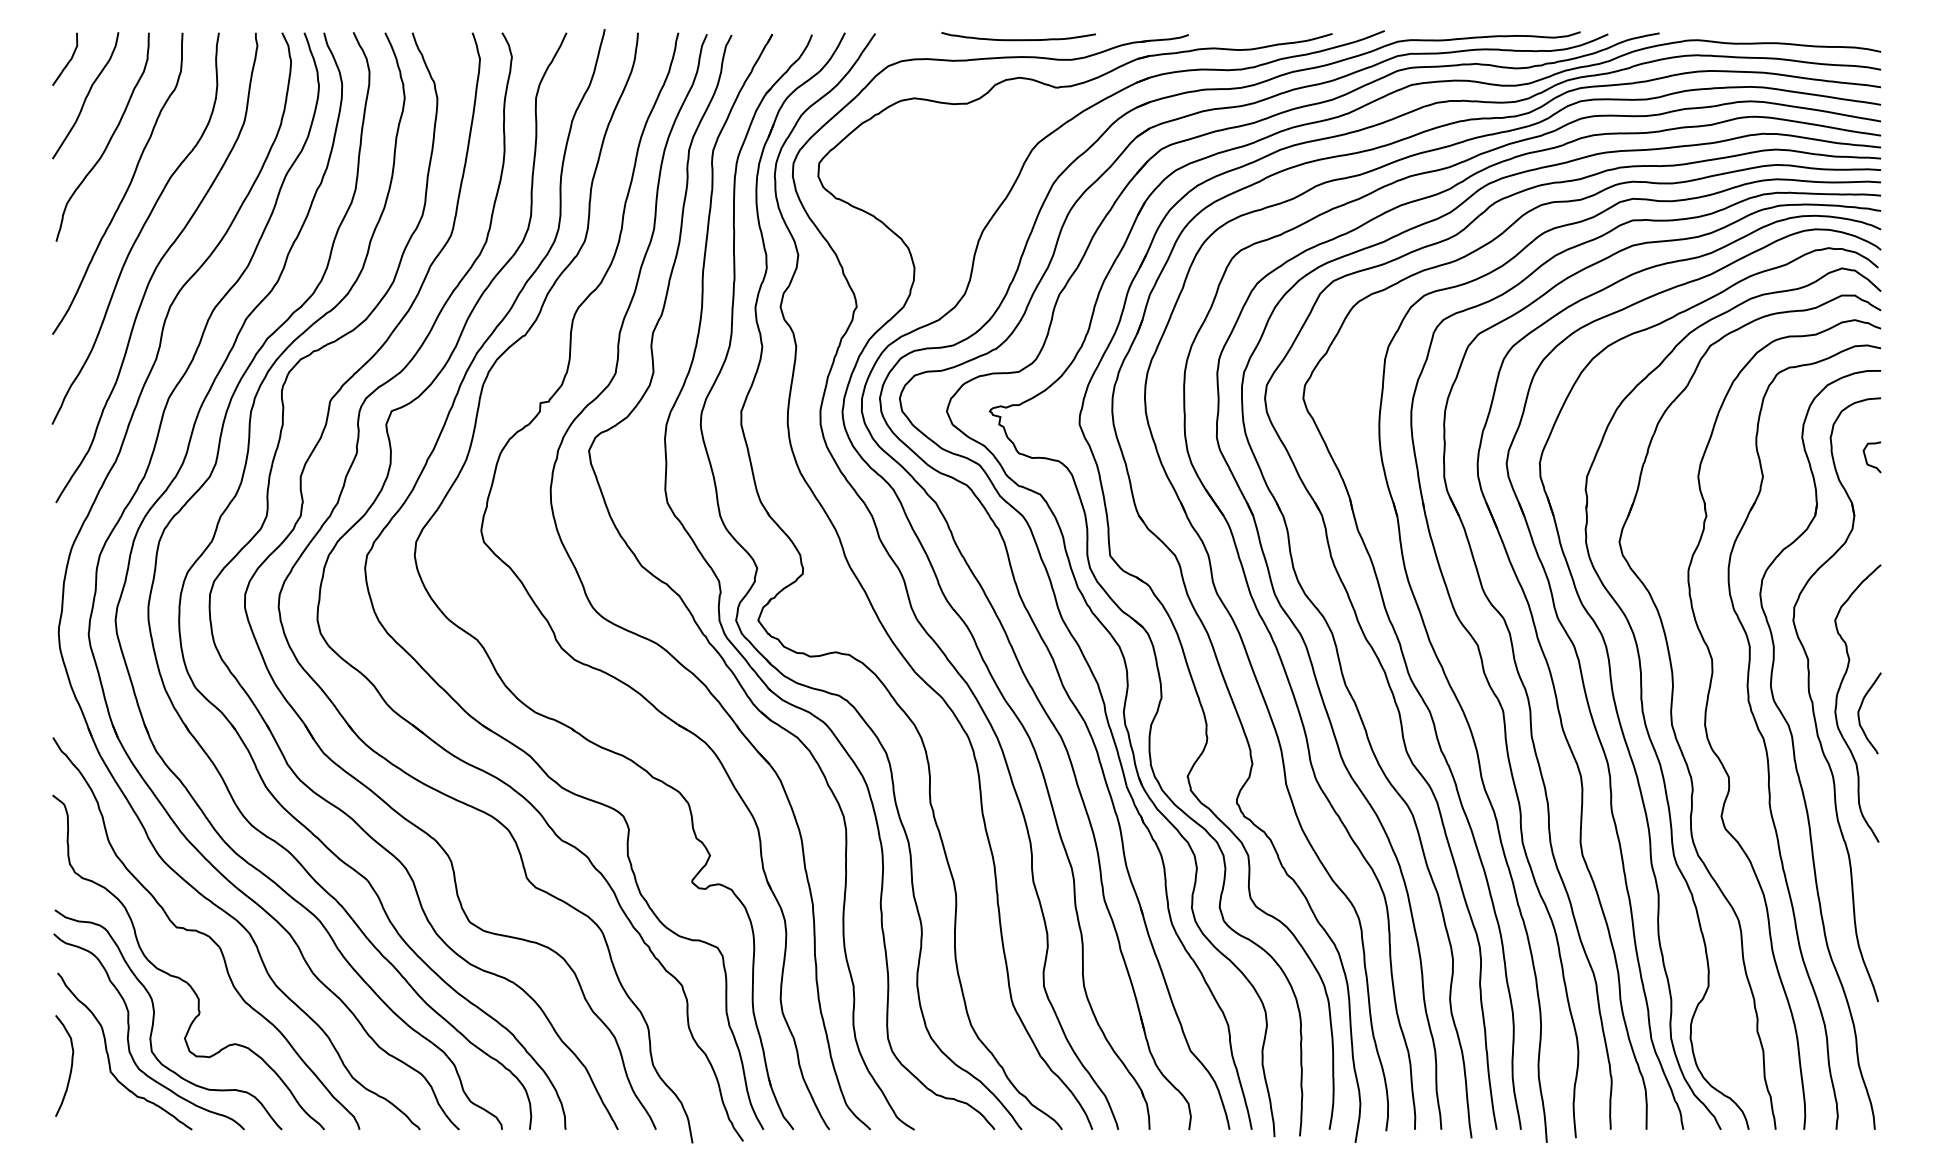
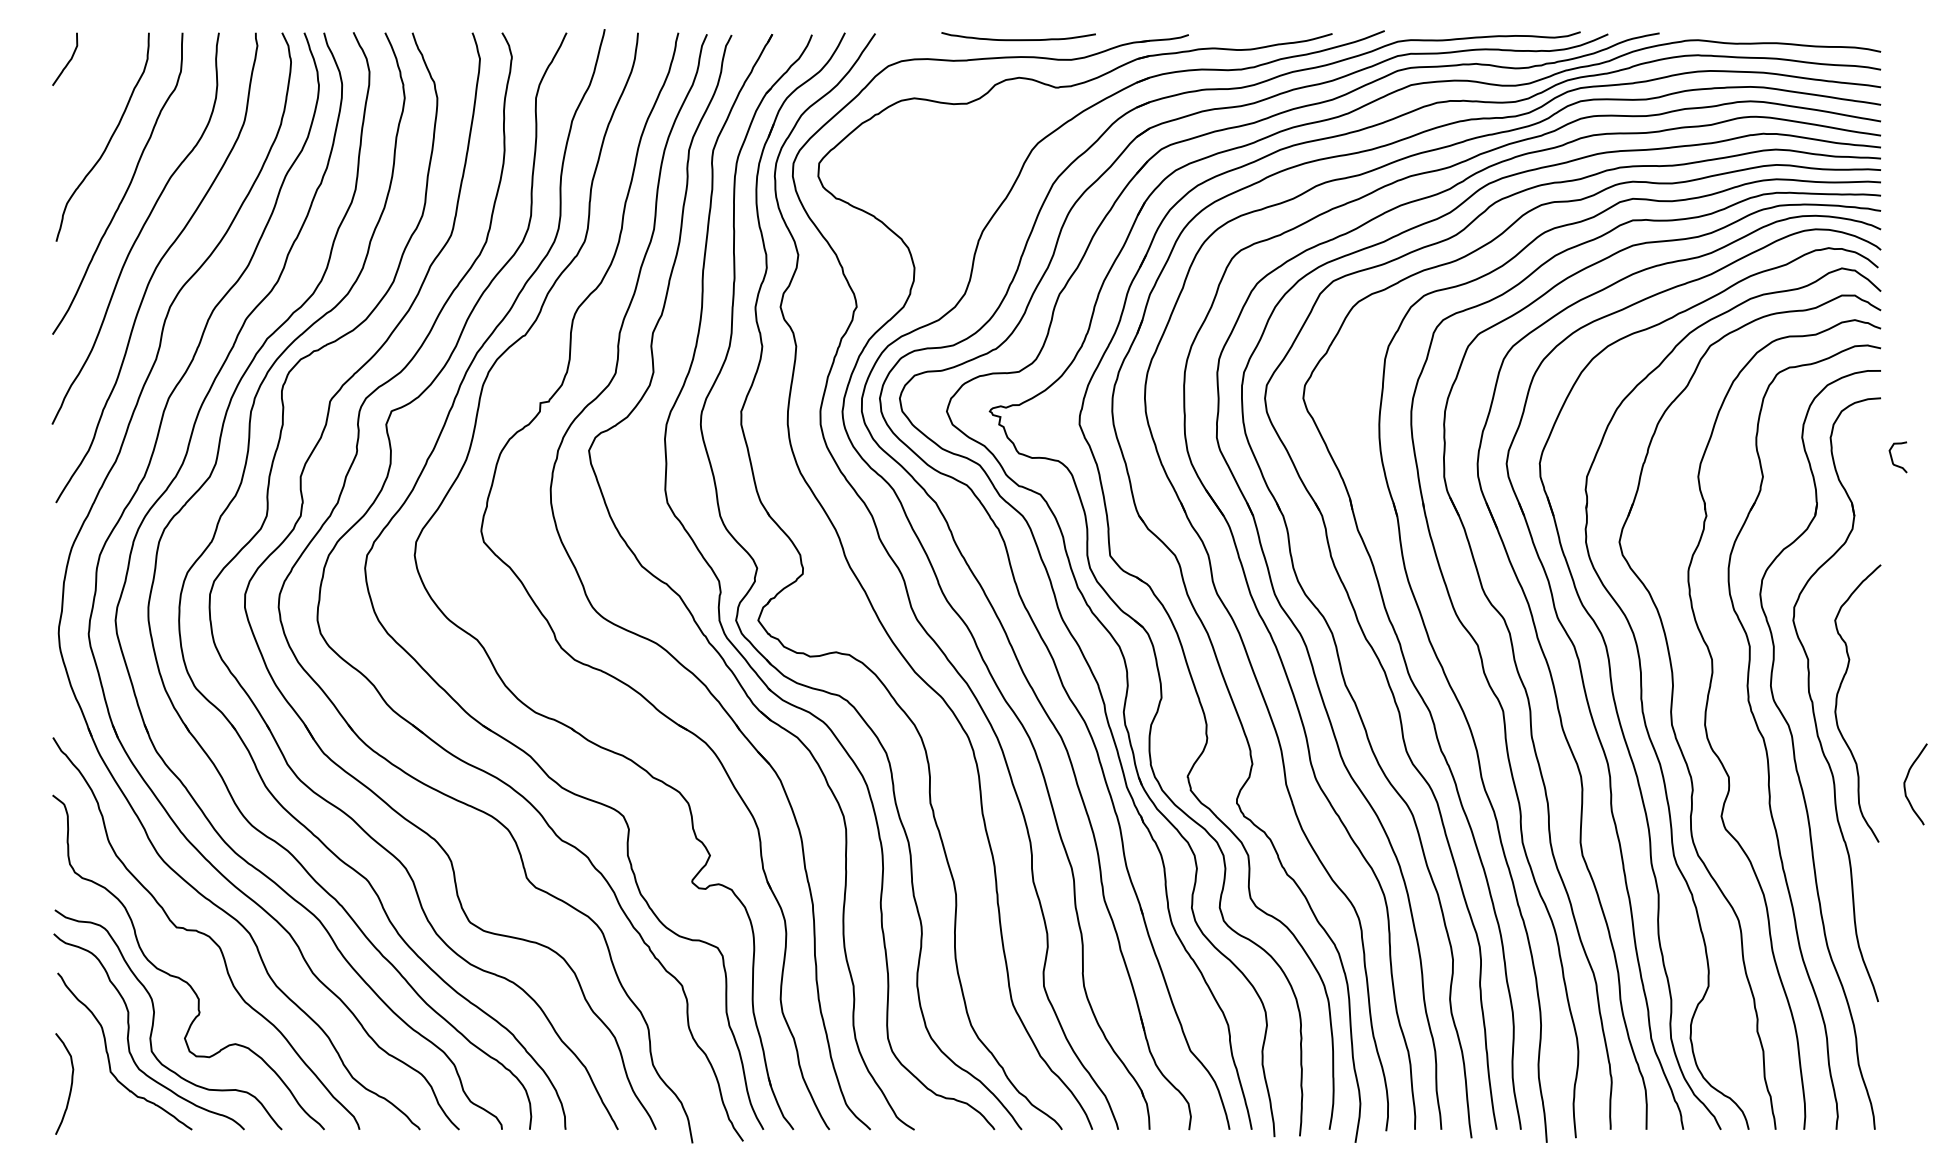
curve at (86, 95): present -> none
curve at (1866, 457) position: (1866, 457) -> (1892, 457)
curve at (1860, 709) position: (1860, 709) -> (1906, 780)
curve at (70, 1066) position: (70, 1066) -> (70, 1084)
